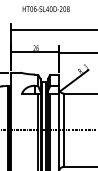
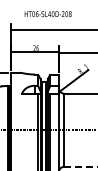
text at (45, 9) position: (45, 9) -> (47, 14)
line at (81, 166): solid -> dashed
